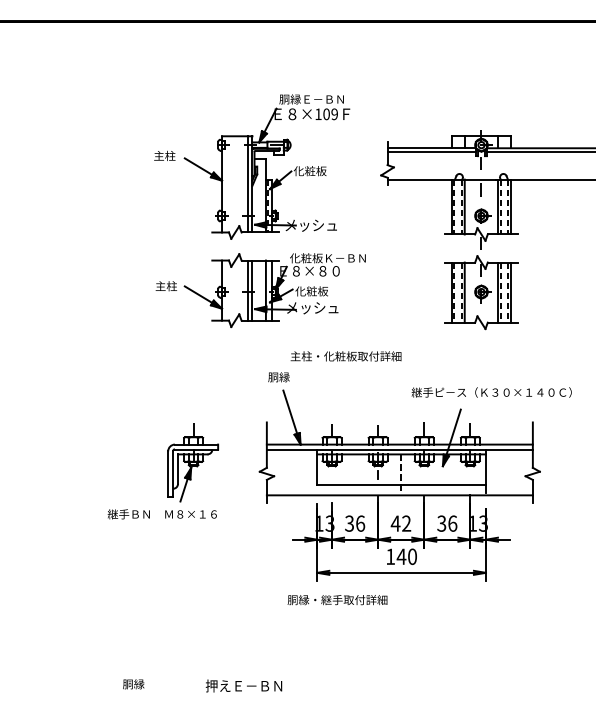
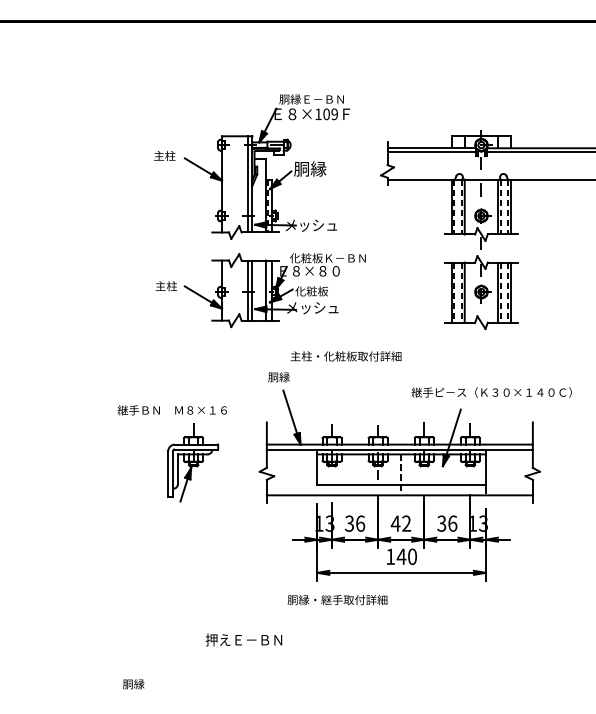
text at (309, 168): 化粧板 -> 胴縁
text at (161, 514) position: (161, 514) -> (171, 410)
text at (243, 685) position: (243, 685) -> (243, 639)
